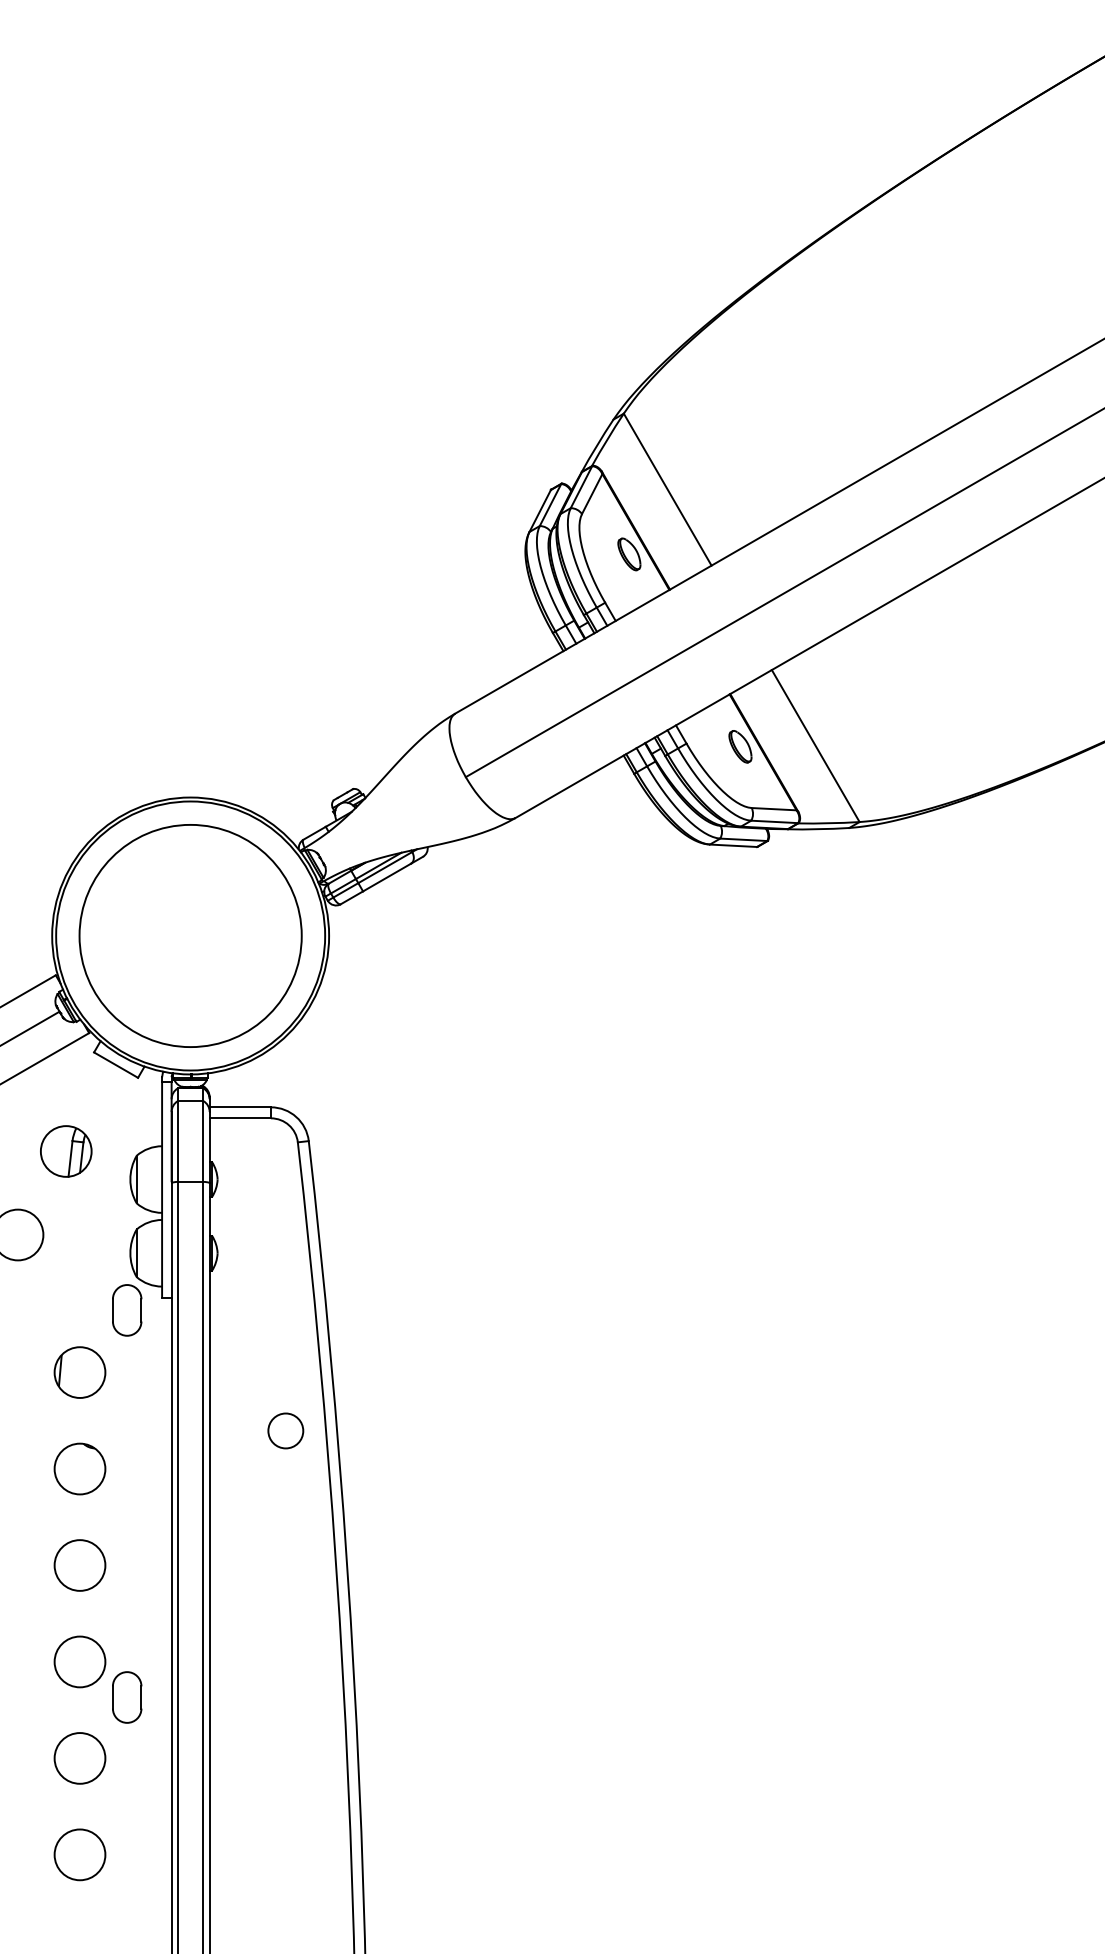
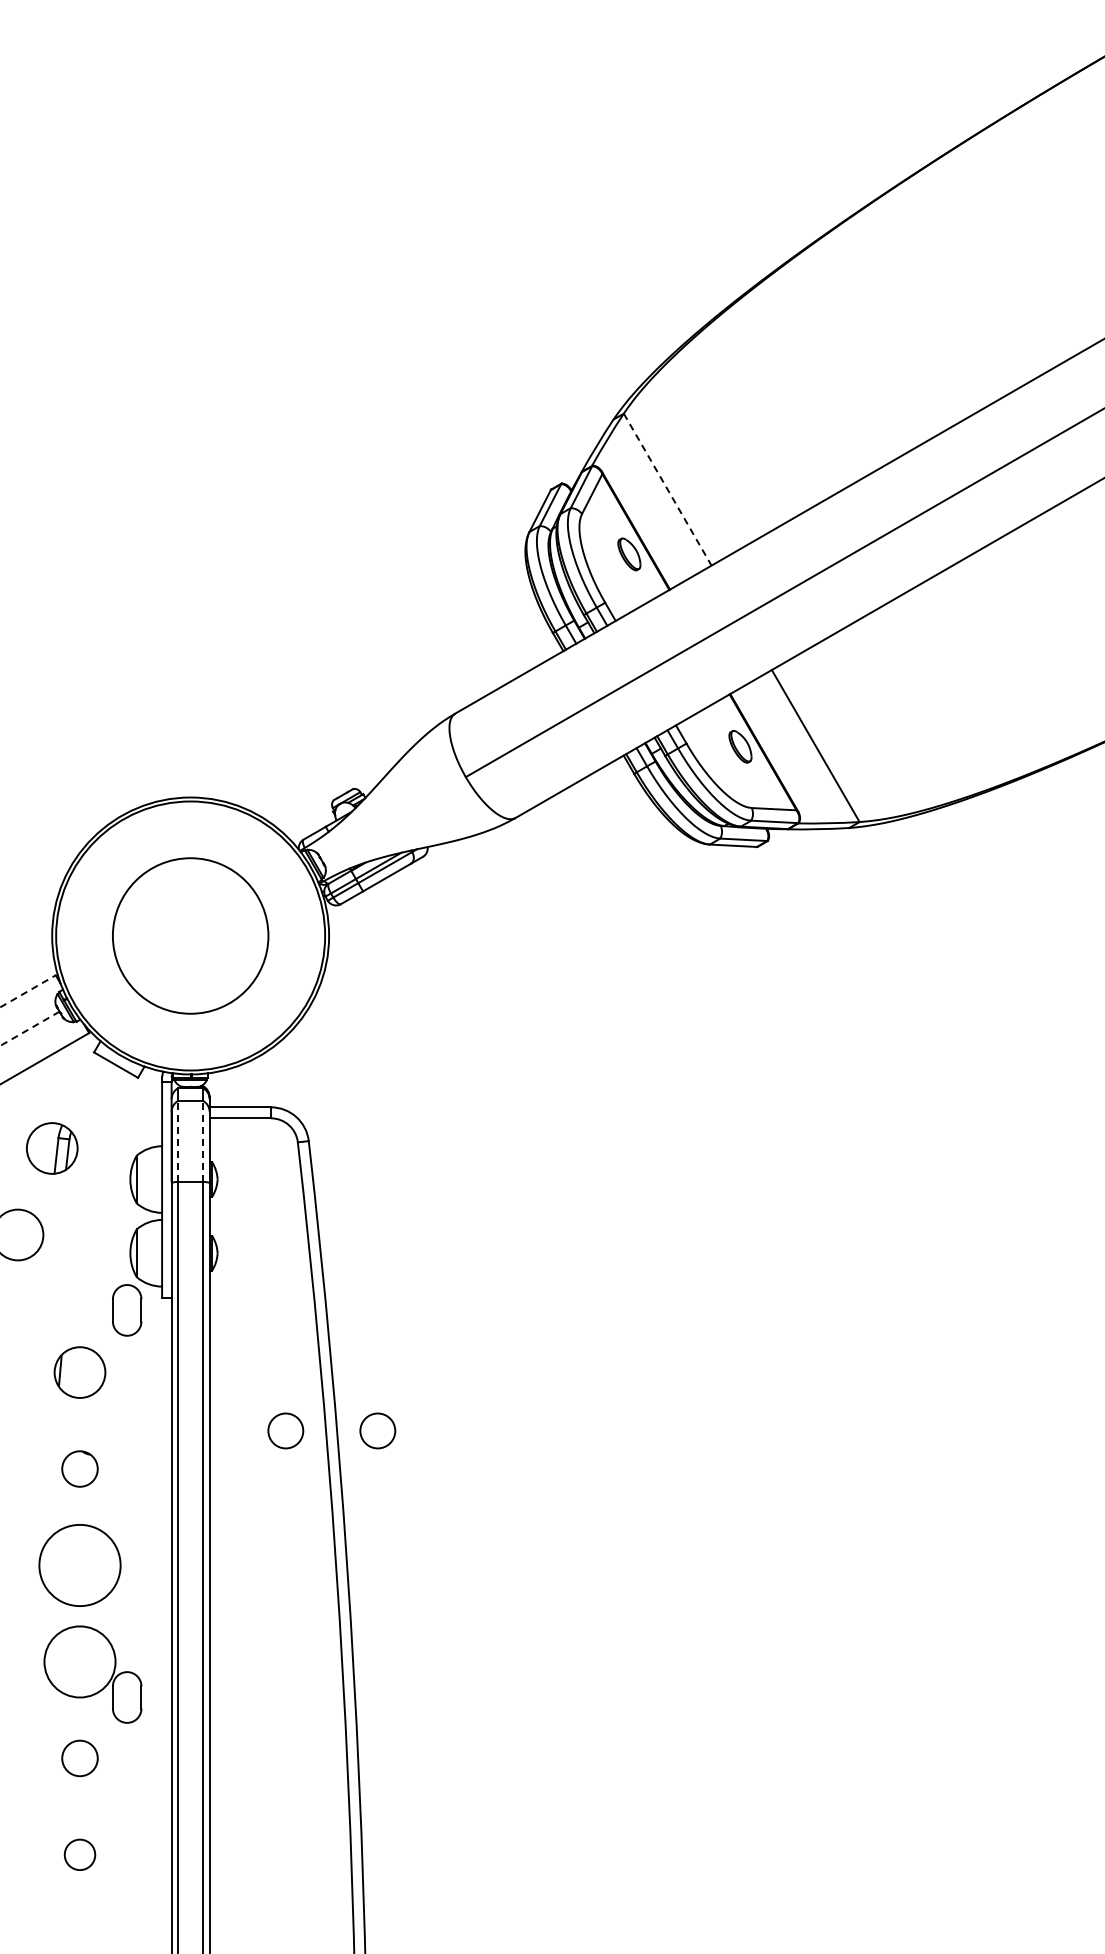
line at (667, 489): solid -> dashed
circle at (190, 935) diameter: 222 px -> 156 px
line at (28, 991): solid -> dashed
line at (29, 1029): solid -> dashed
line at (177, 1141): solid -> dashed
line at (203, 1141): solid -> dashed
part at (66, 1151) position: (66, 1151) -> (52, 1148)
circle at (377, 1430): none -> present
part at (79, 1468) size: 54x54 px -> 38x38 px
circle at (79, 1565) diameter: 51 px -> 81 px
circle at (79, 1661) diameter: 51 px -> 71 px
circle at (79, 1758) size: 54x53 px -> 38x39 px
circle at (79, 1854) diameter: 51 px -> 30 px
